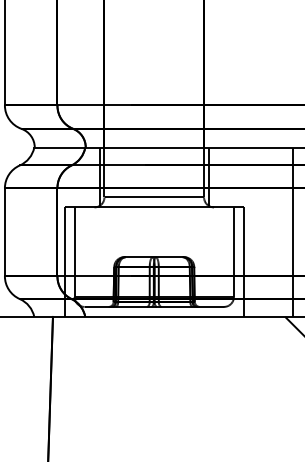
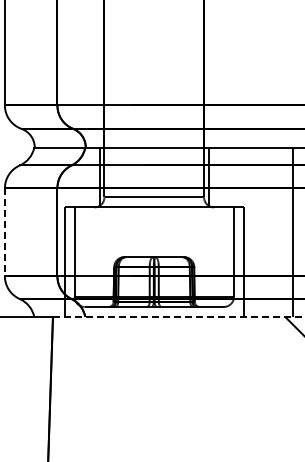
line at (4, 232): solid -> dashed
line at (178, 316): solid -> dashed
